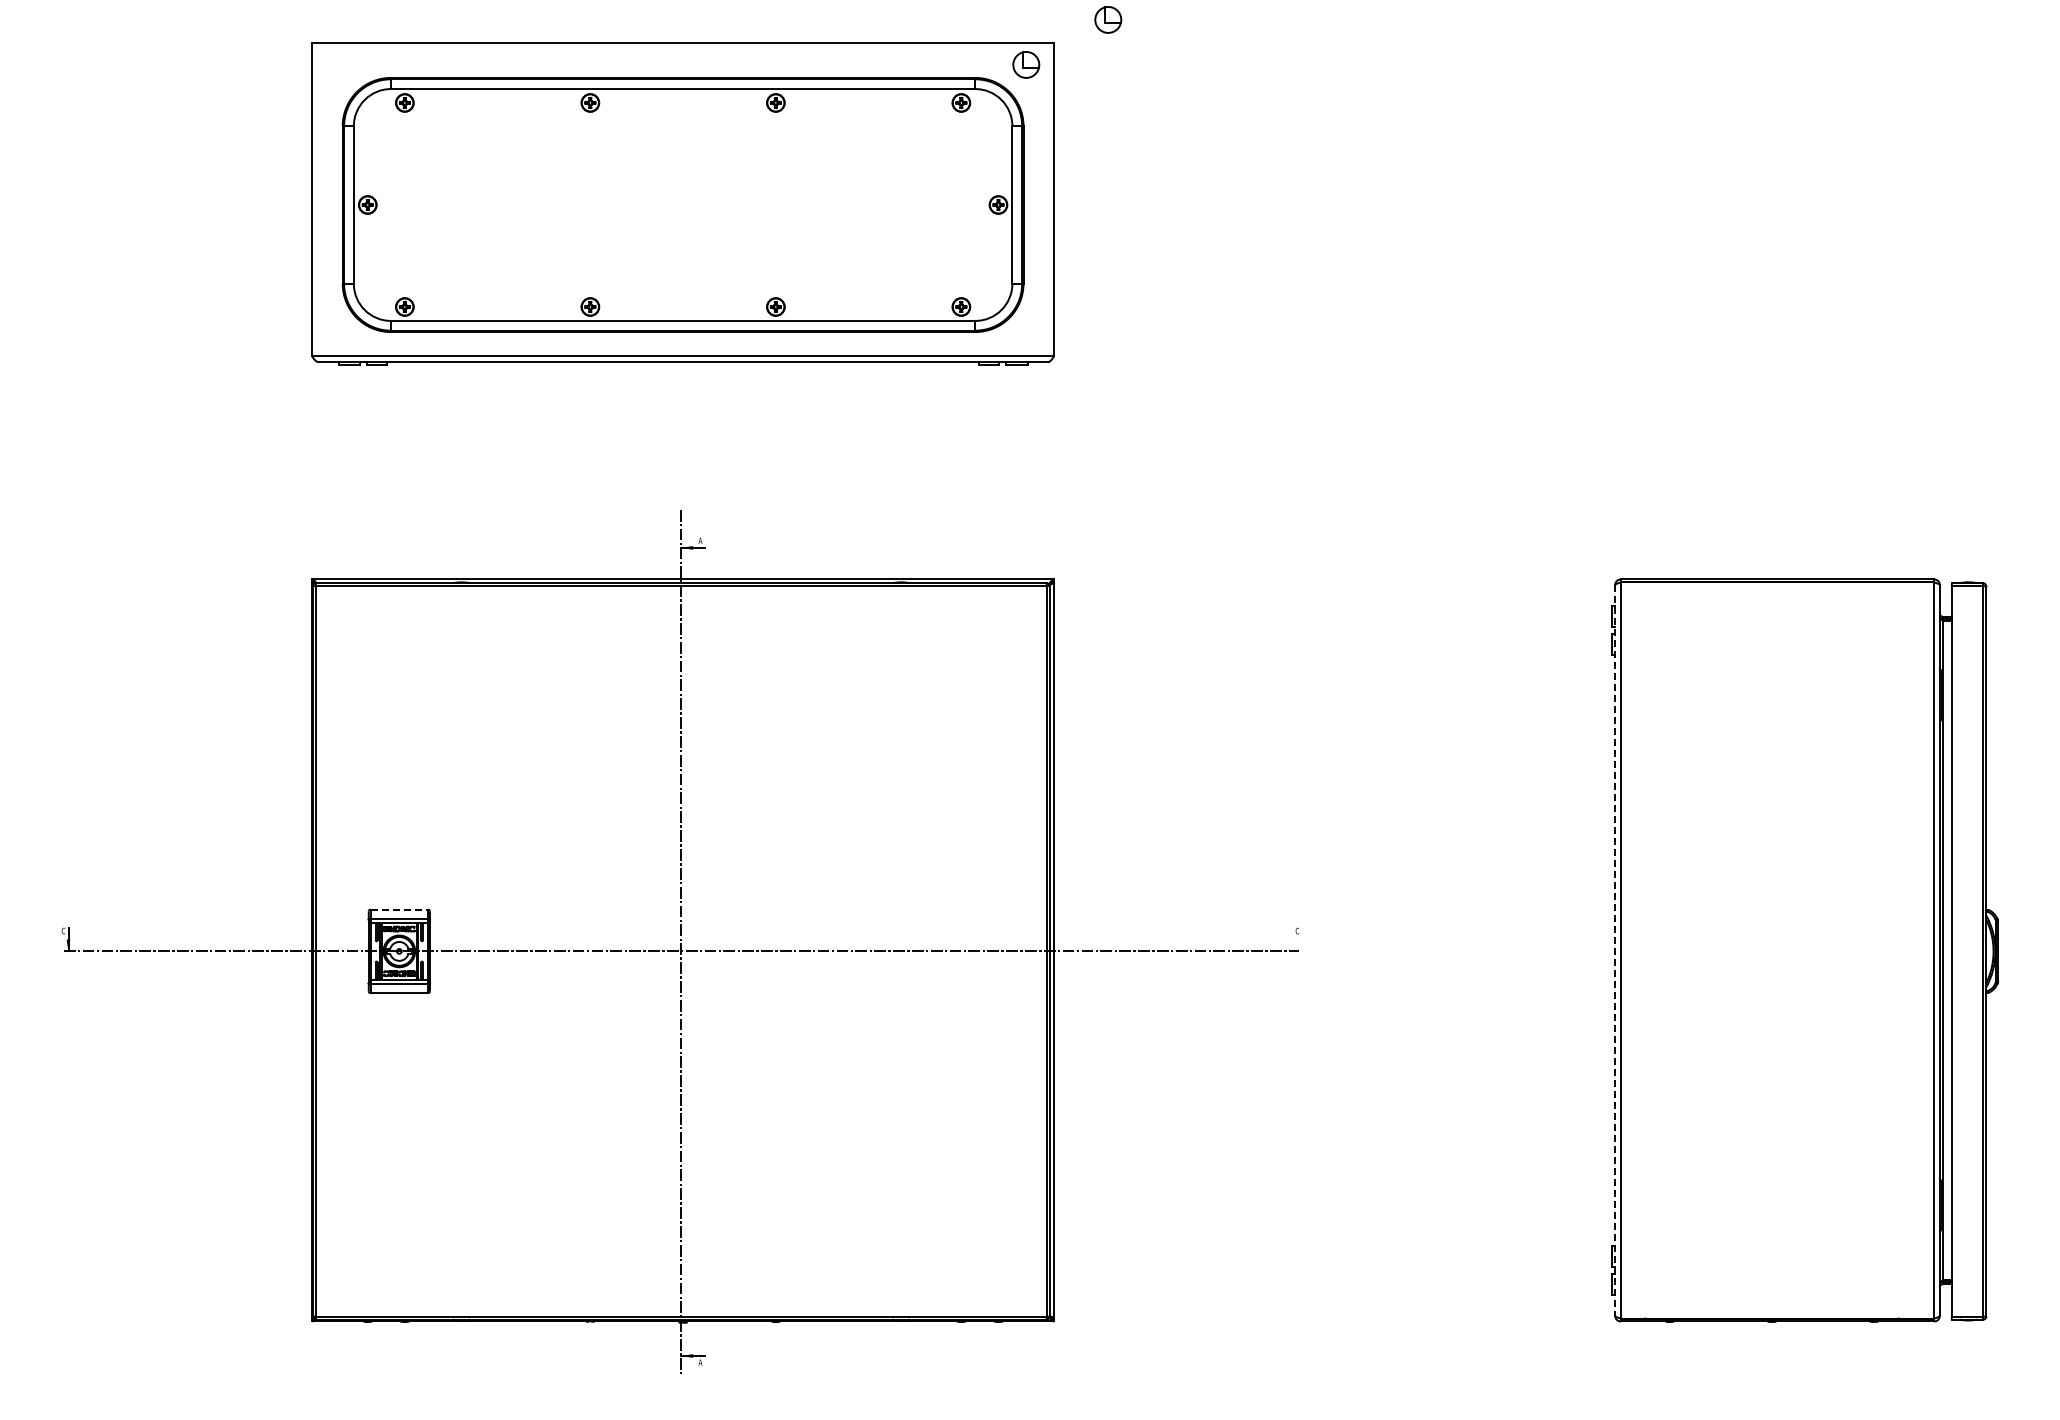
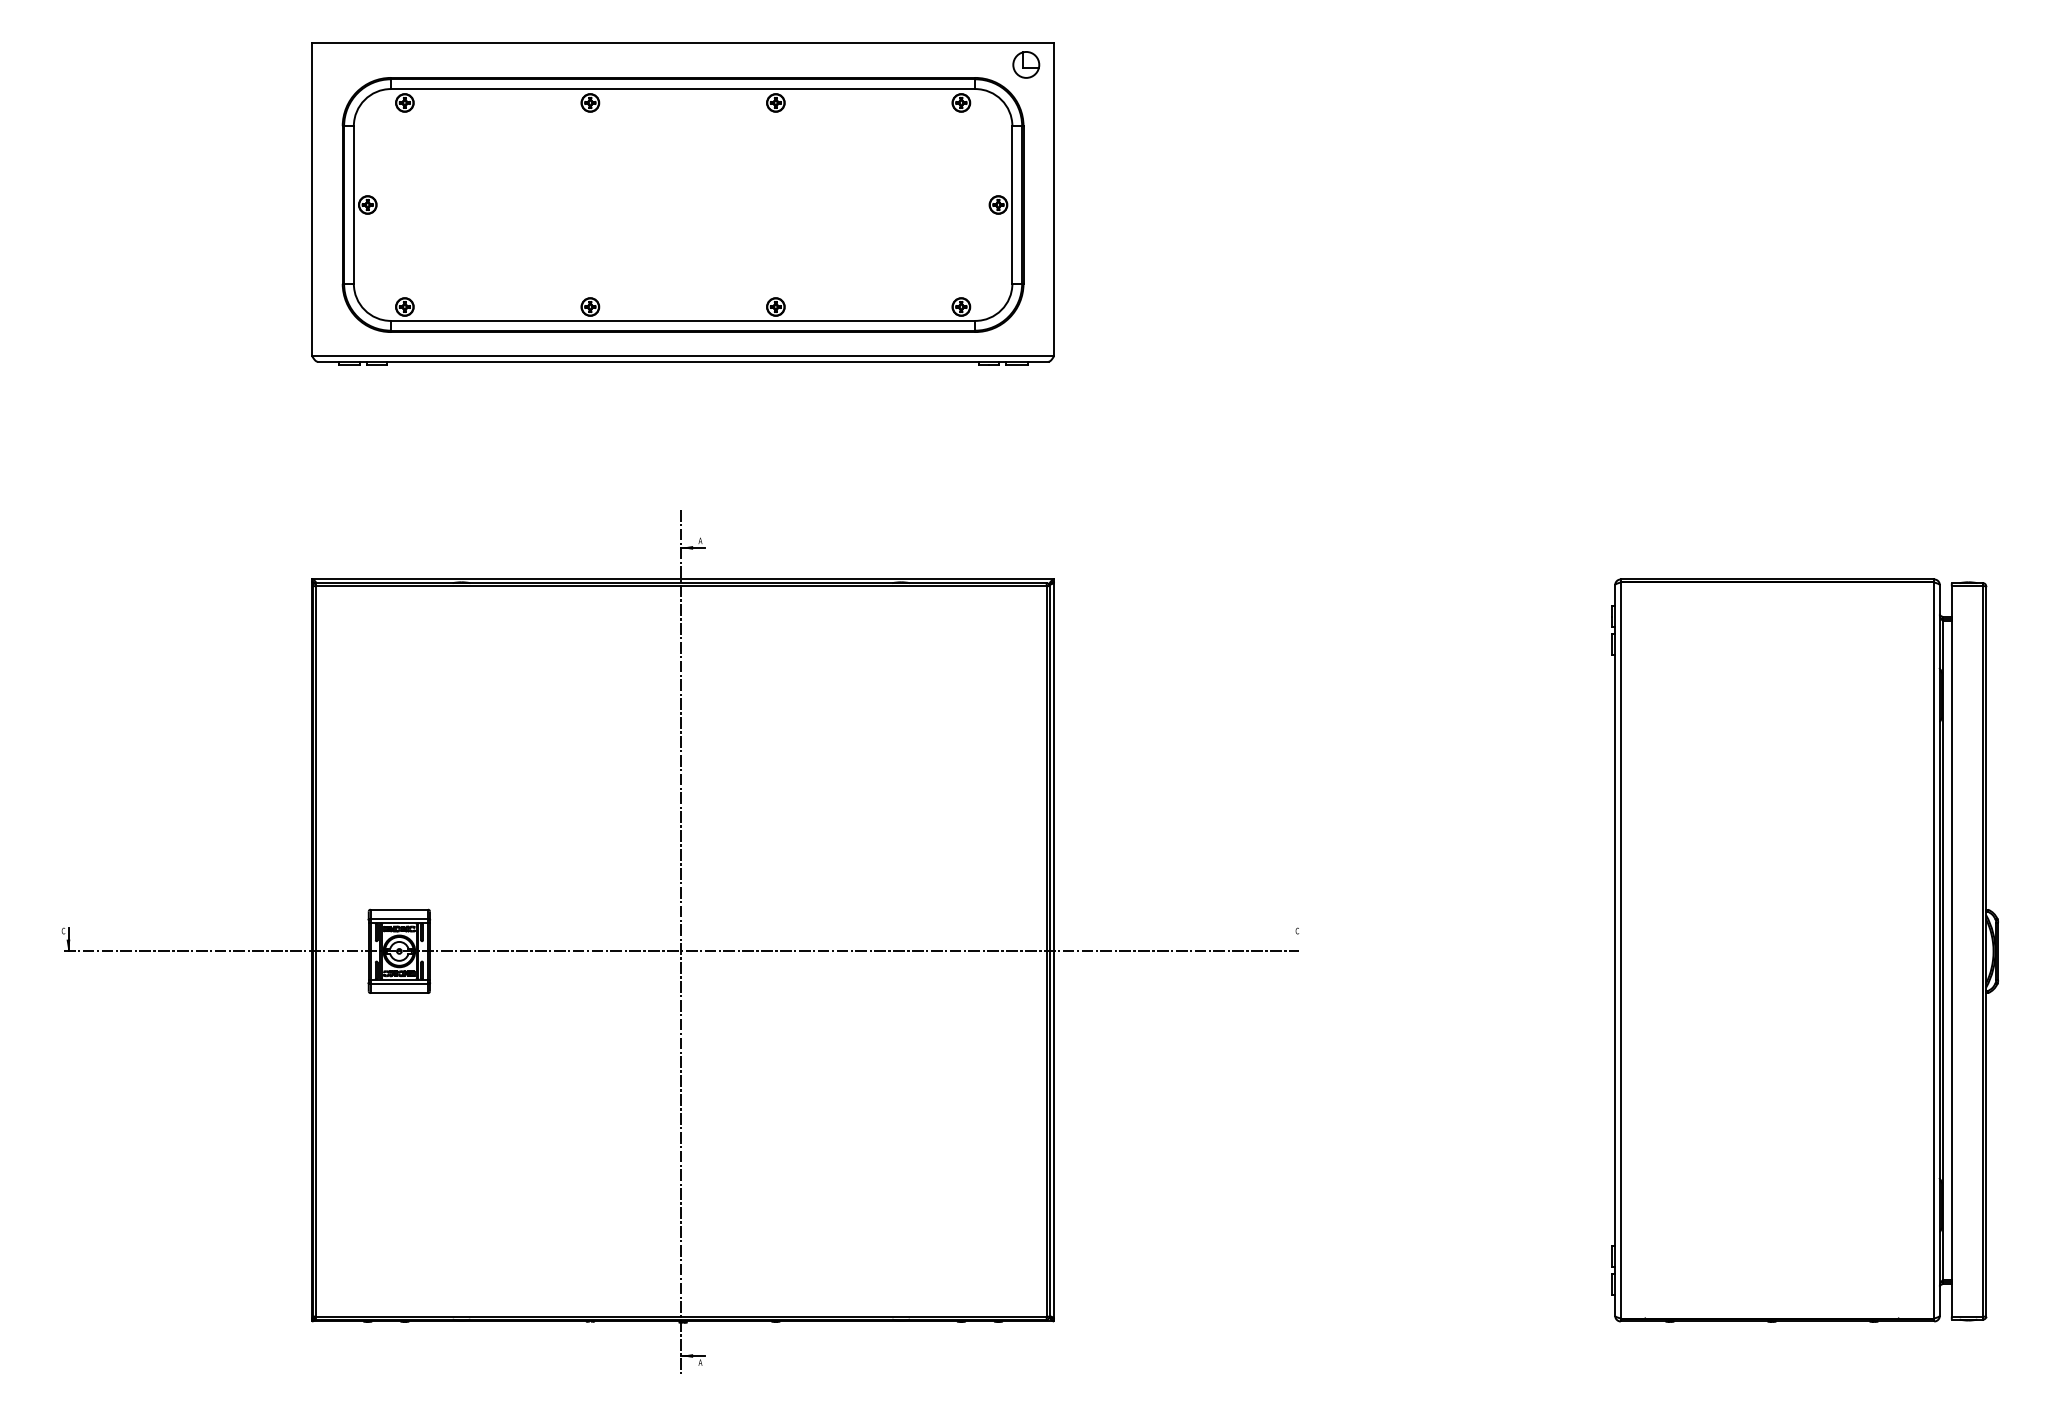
part at (1108, 19): present -> none
line at (399, 909): dashed -> solid
line at (1615, 950): dashed -> solid
